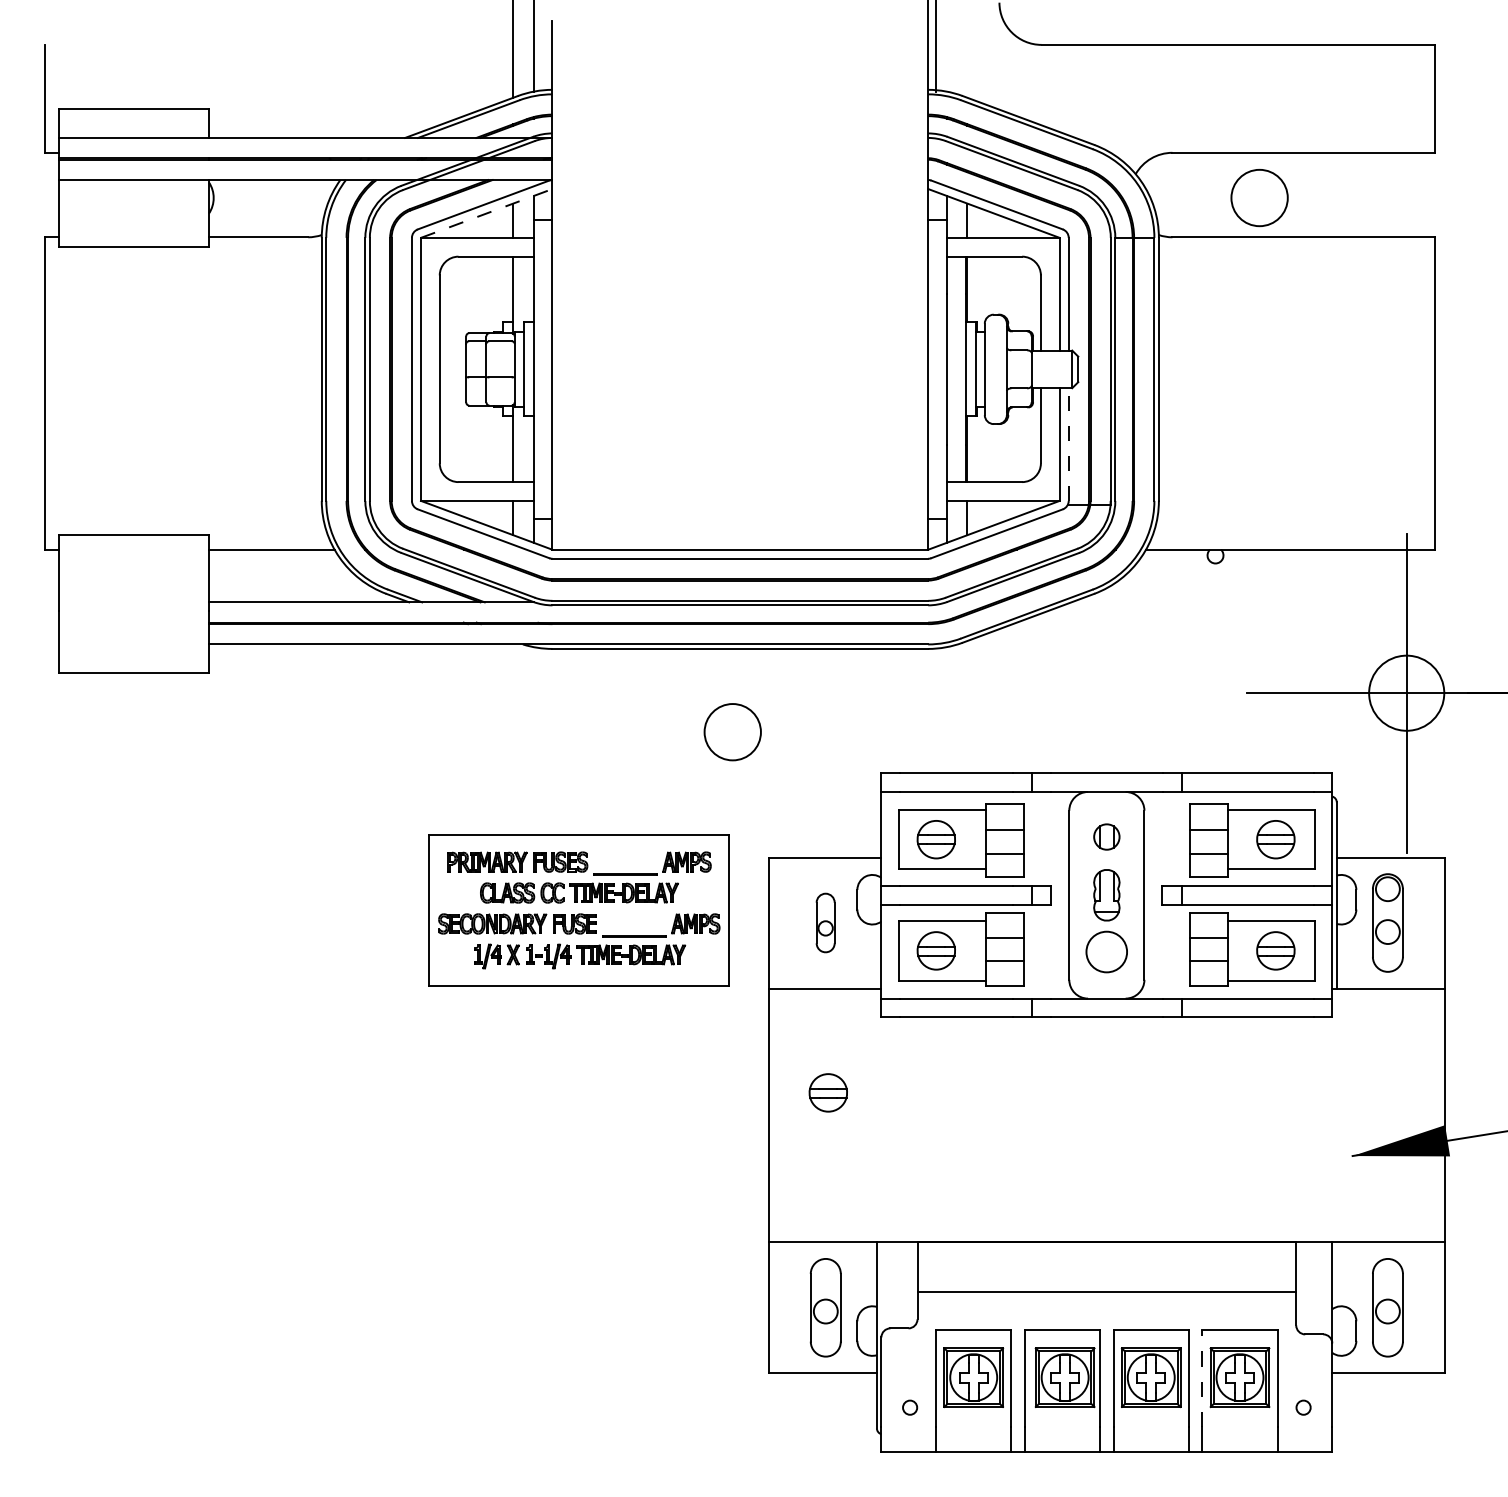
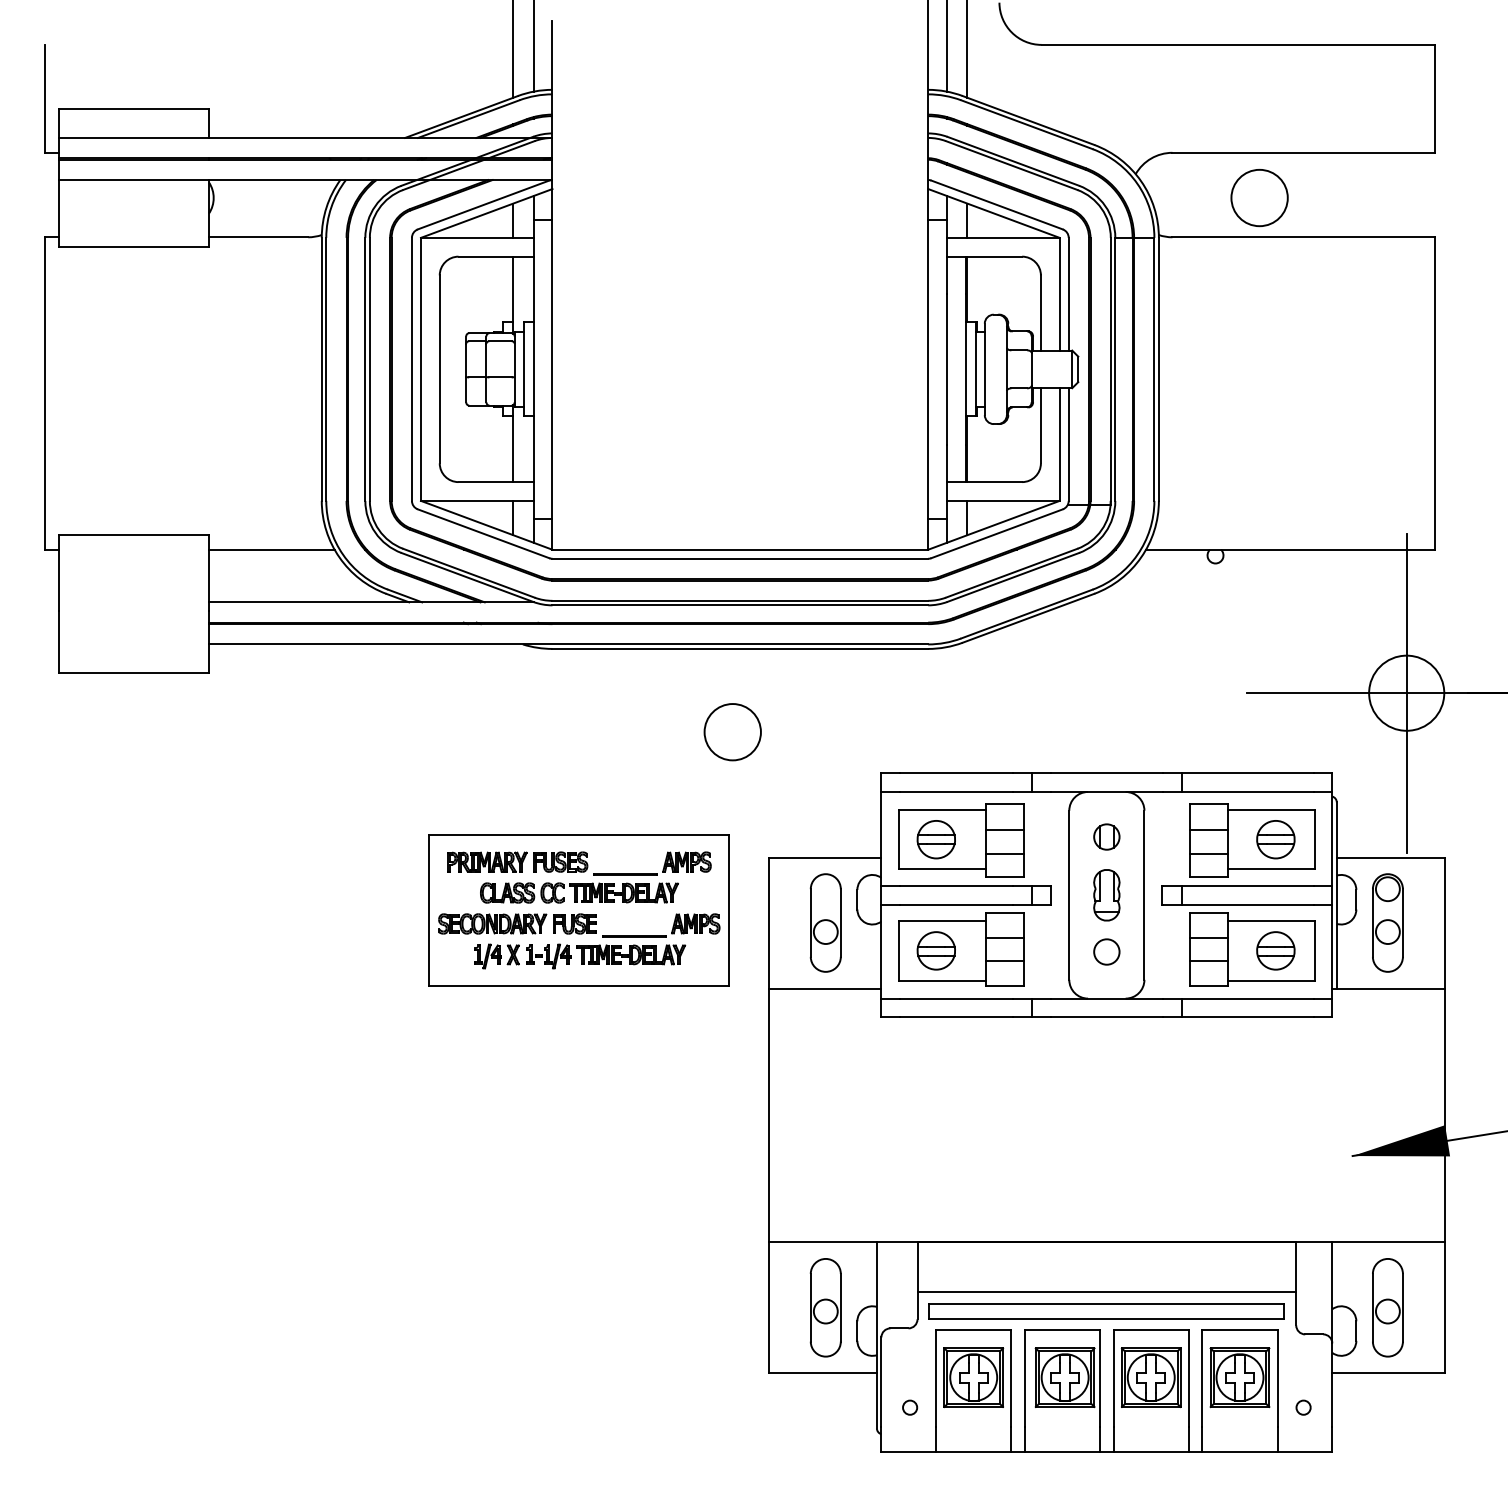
line at (935, 46) position: (935, 46) -> (946, 46)
line at (967, 49): none -> present
line at (487, 213): dashed -> solid
line at (1068, 444): dashed -> solid
part at (825, 922) size: 21x62 px -> 33x100 px
circle at (1106, 951) size: 43x44 px -> 28x28 px
part at (827, 1092): present -> none
part at (1106, 1311): none -> present
line at (1202, 1377): dashed -> solid
